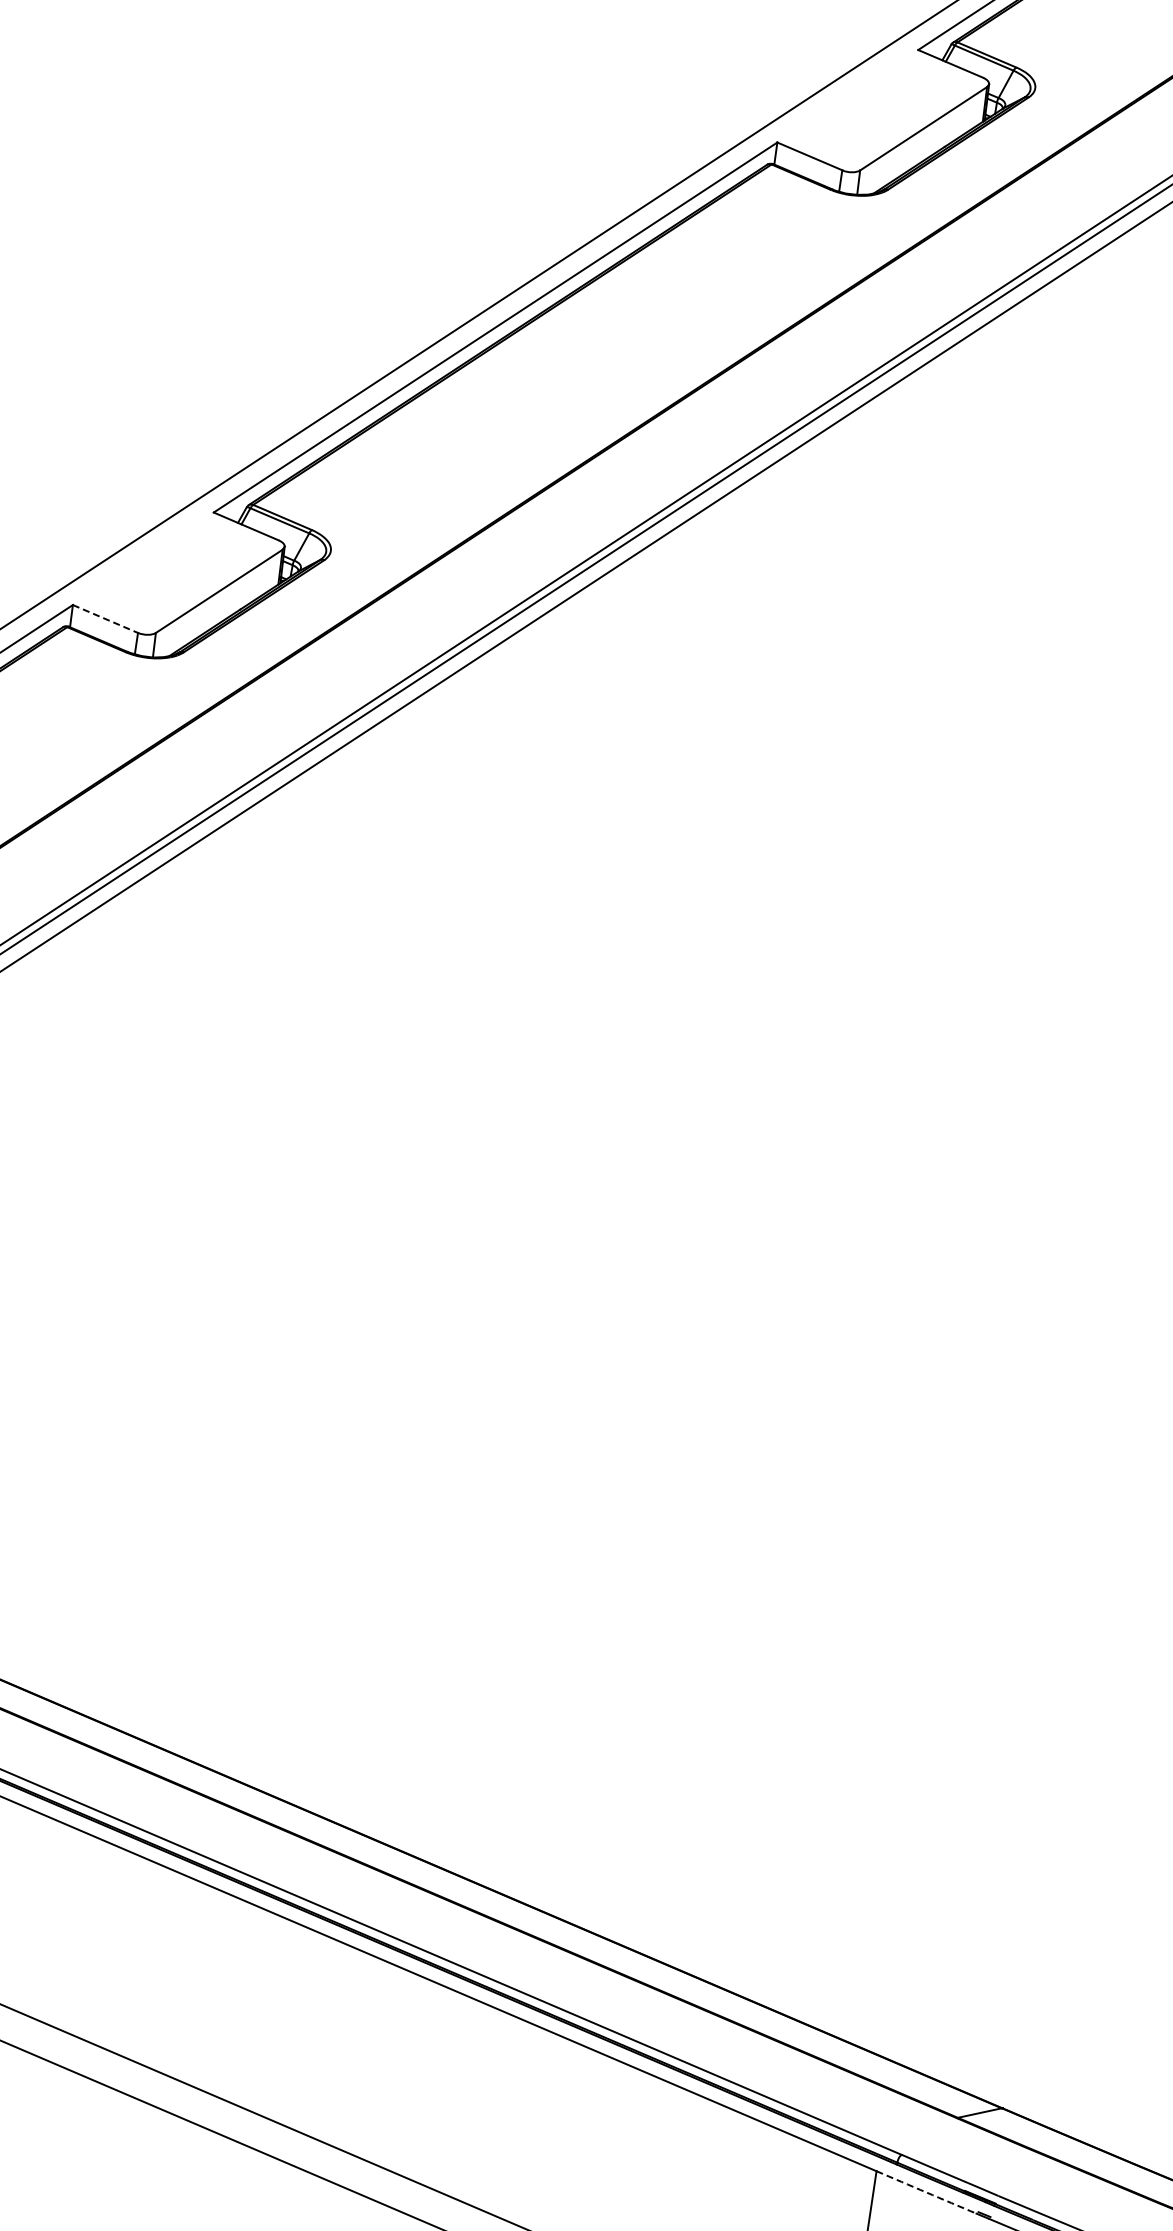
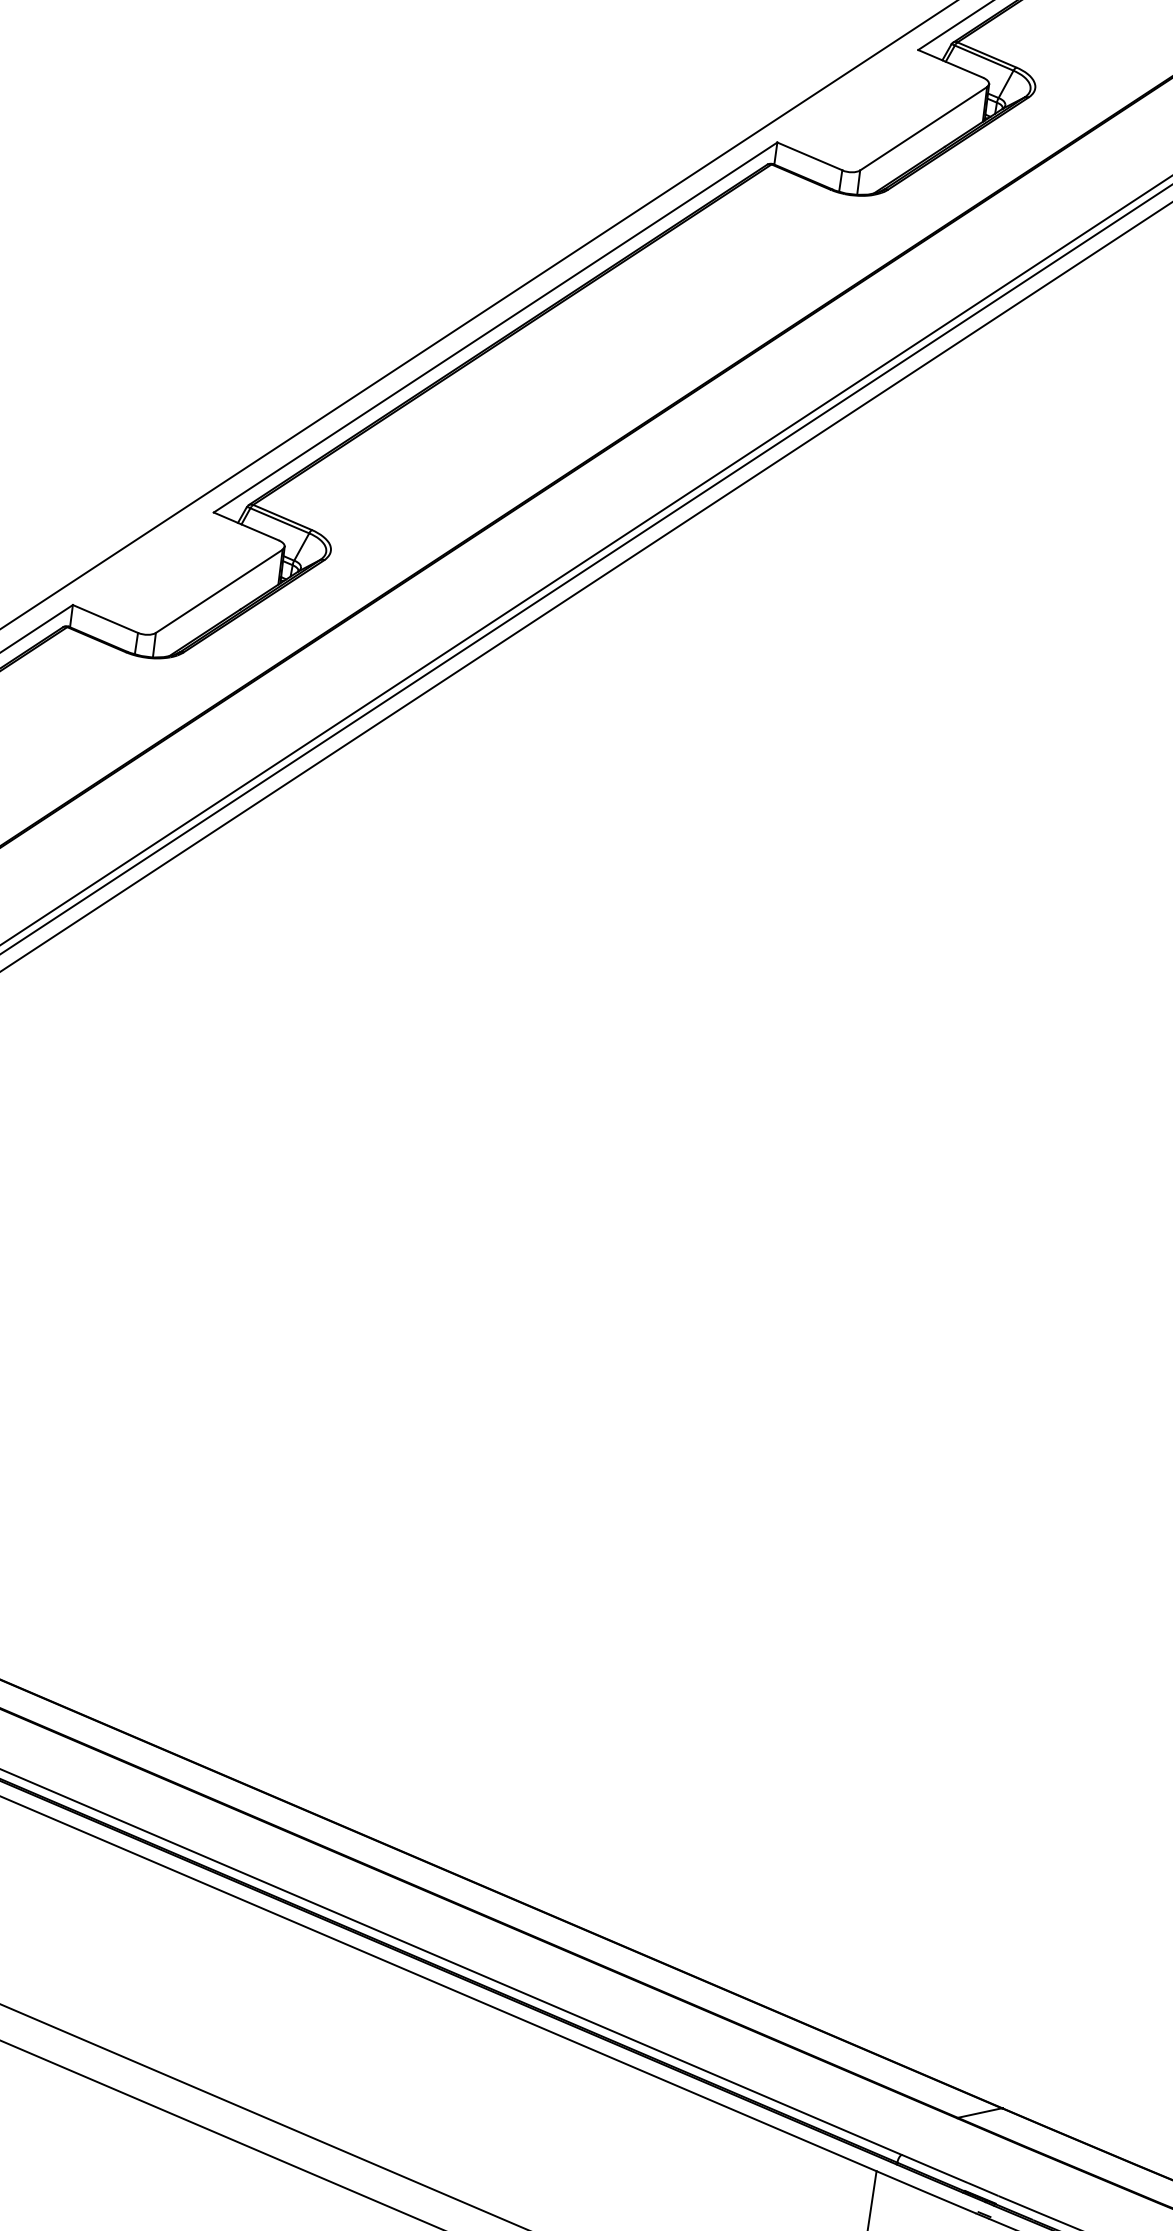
line at (105, 619): dashed -> solid
arc at (926, 2192): dashed -> solid
